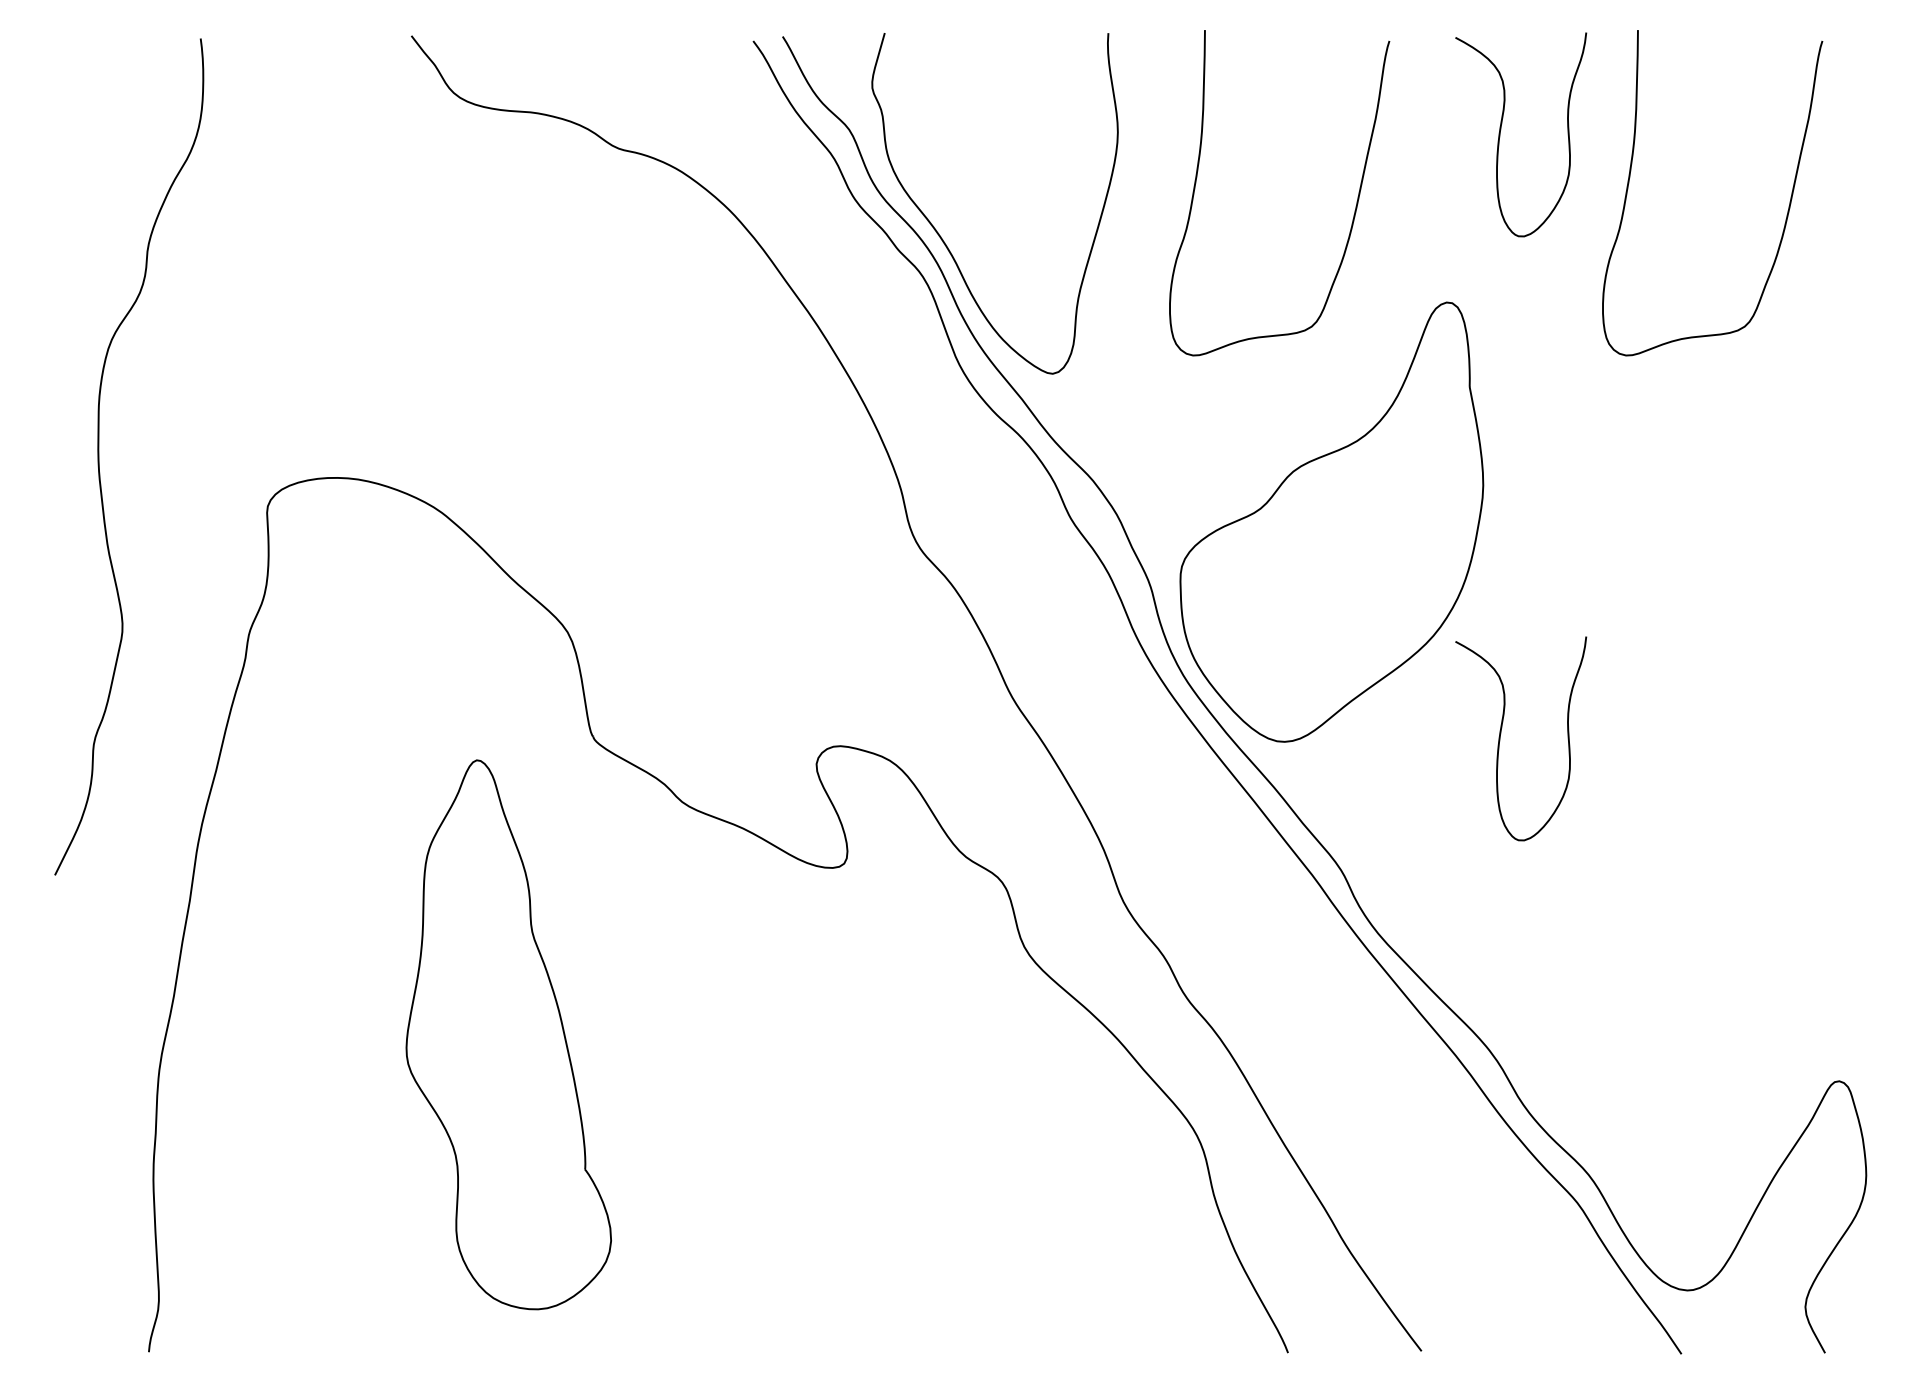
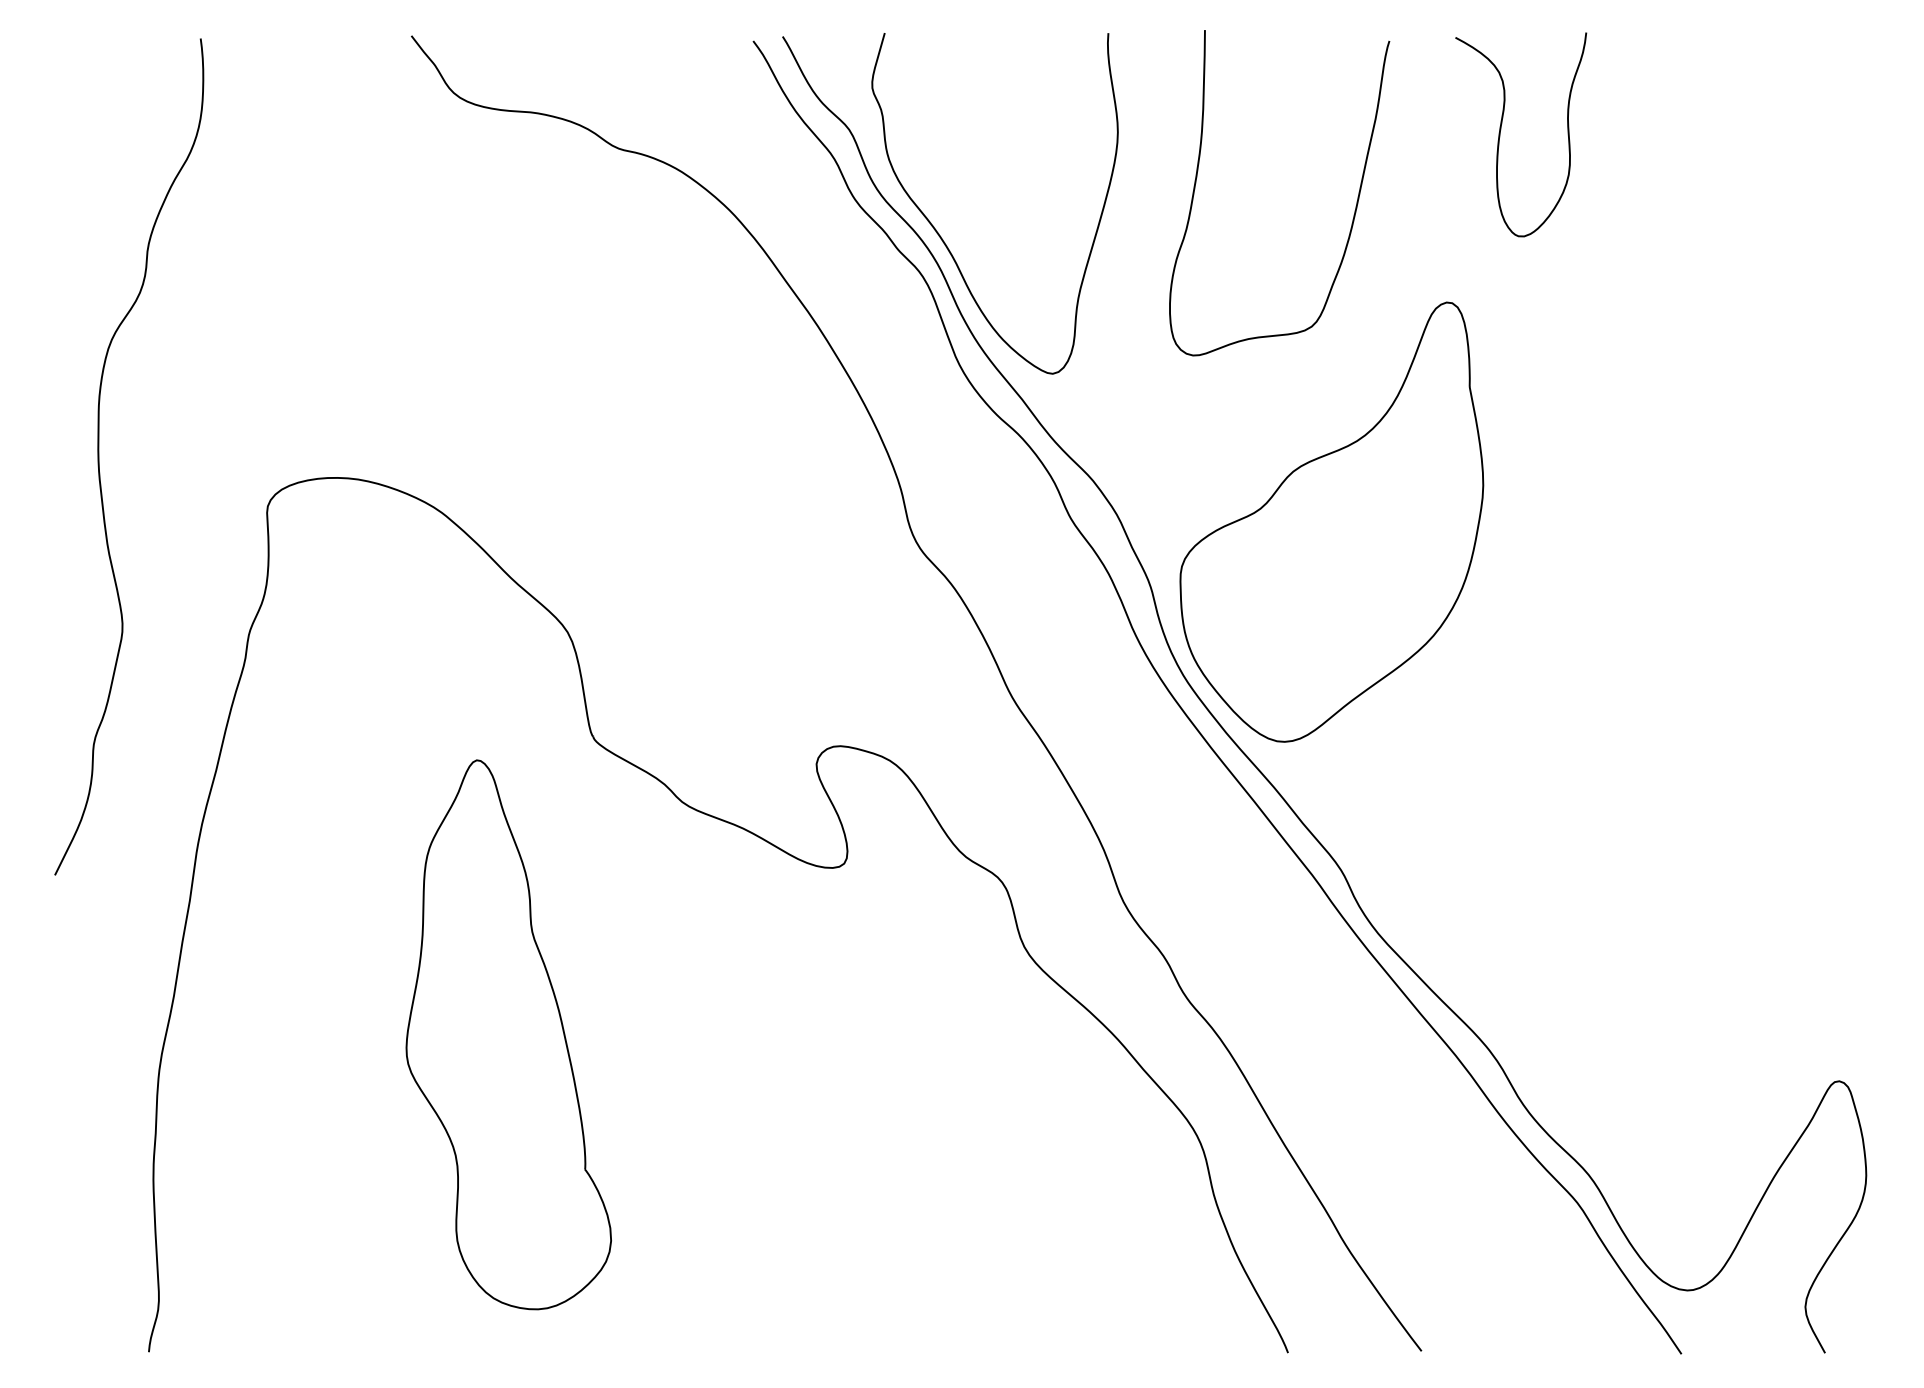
curve at (1787, 210): present -> none
curve at (1501, 733): present -> none
